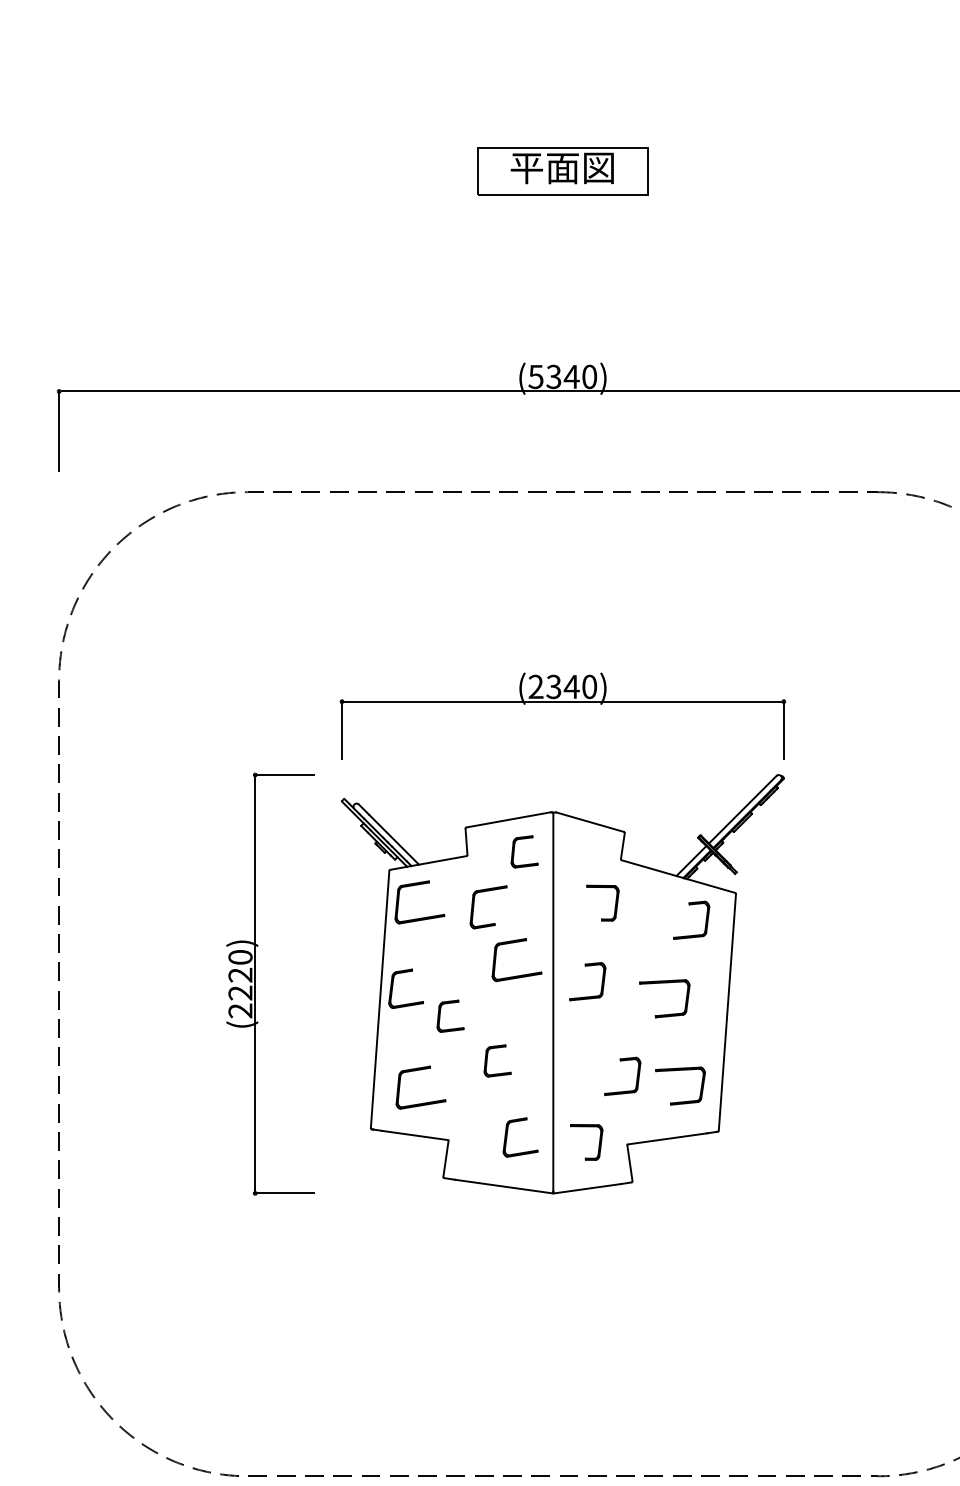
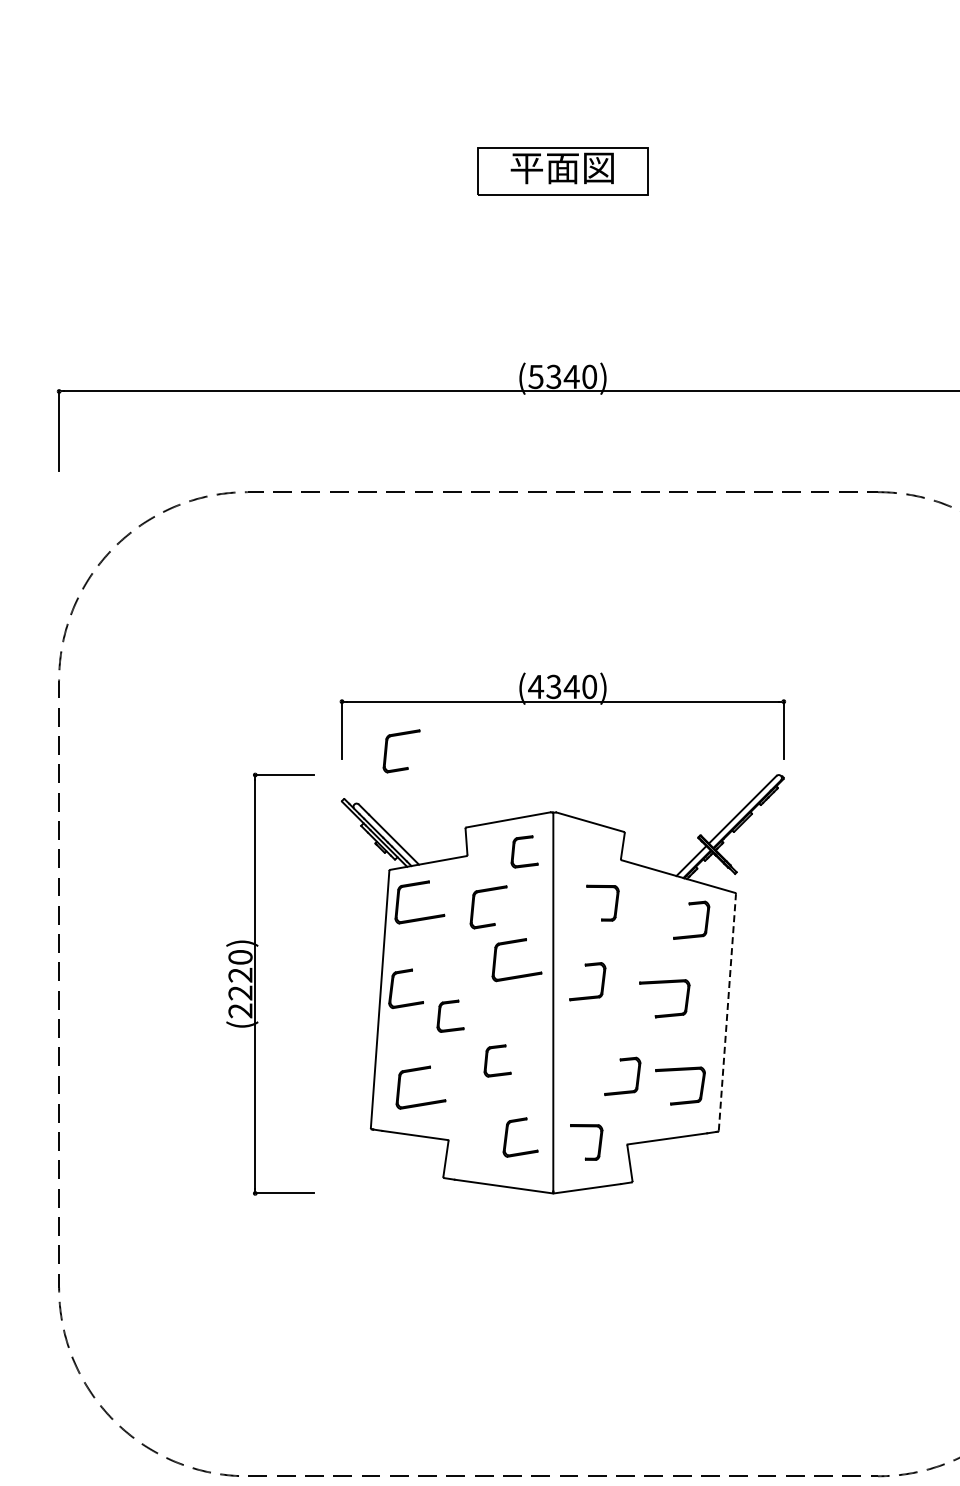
text at (536, 686): (2340) -> (4340)
part at (387, 751): none -> present
line at (727, 1012): solid -> dashed
